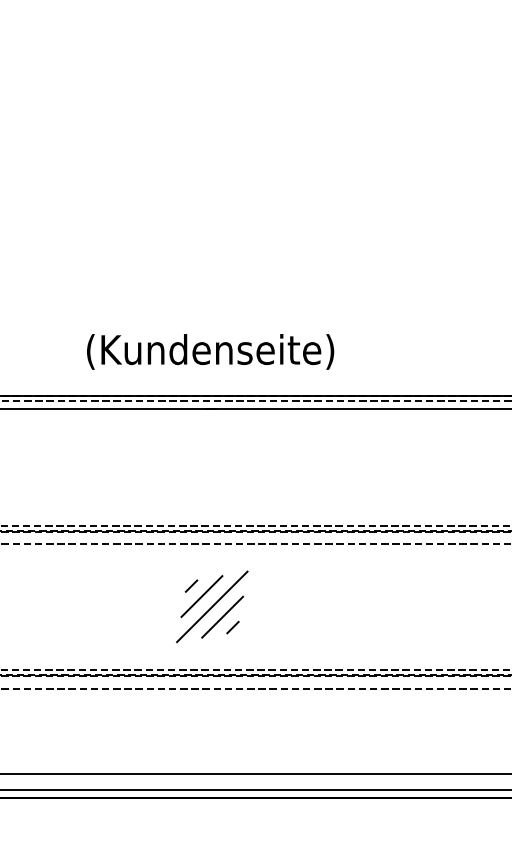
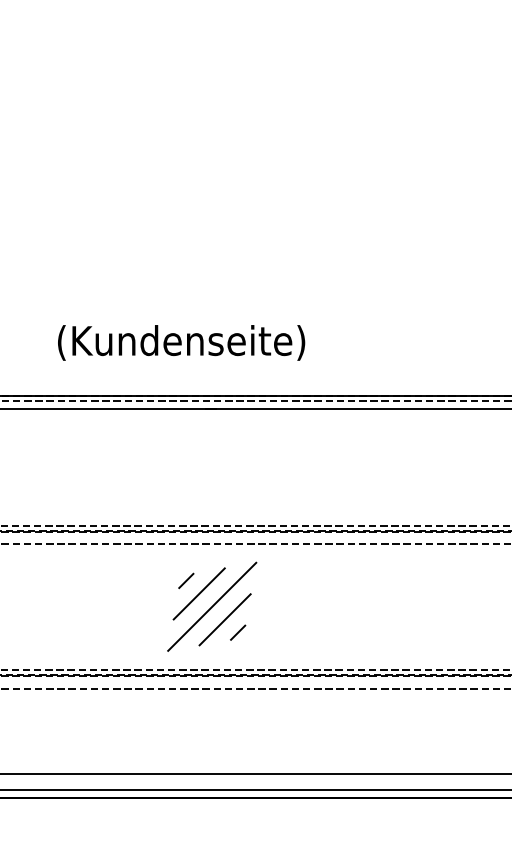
text at (210, 351) position: (210, 351) -> (181, 342)
part at (212, 606) size: 73x74 px -> 91x91 px
